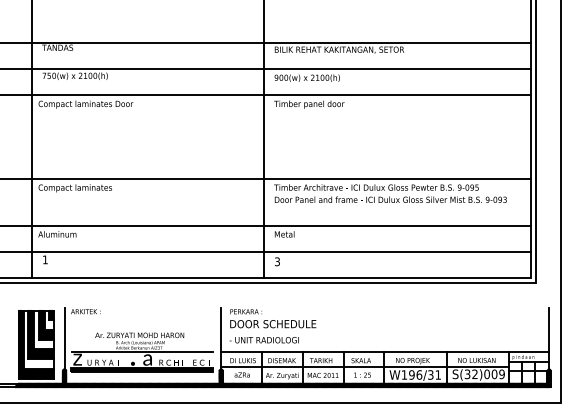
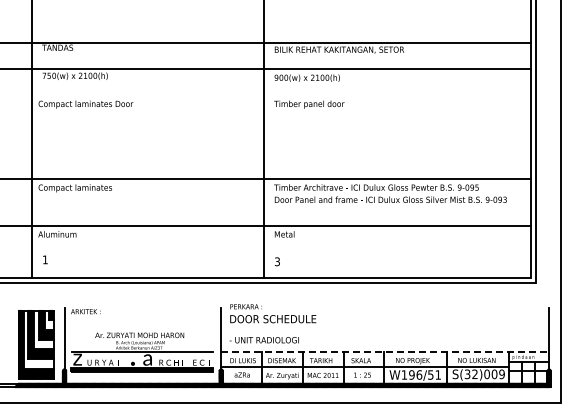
line at (266, 94): present -> none
line at (266, 251): present -> none
text at (273, 318) position: (273, 318) -> (273, 313)
line at (385, 351): solid -> dashed
text at (430, 374): W196/31 -> W196/51
